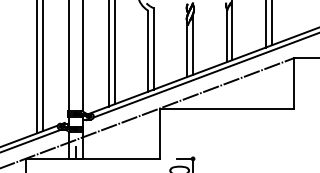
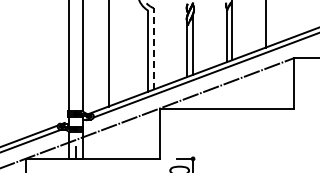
line at (271, 23): present -> none
line at (153, 48): solid -> dashed
line at (114, 53): present -> none
line at (42, 66): present -> none
line at (36, 67): present -> none
